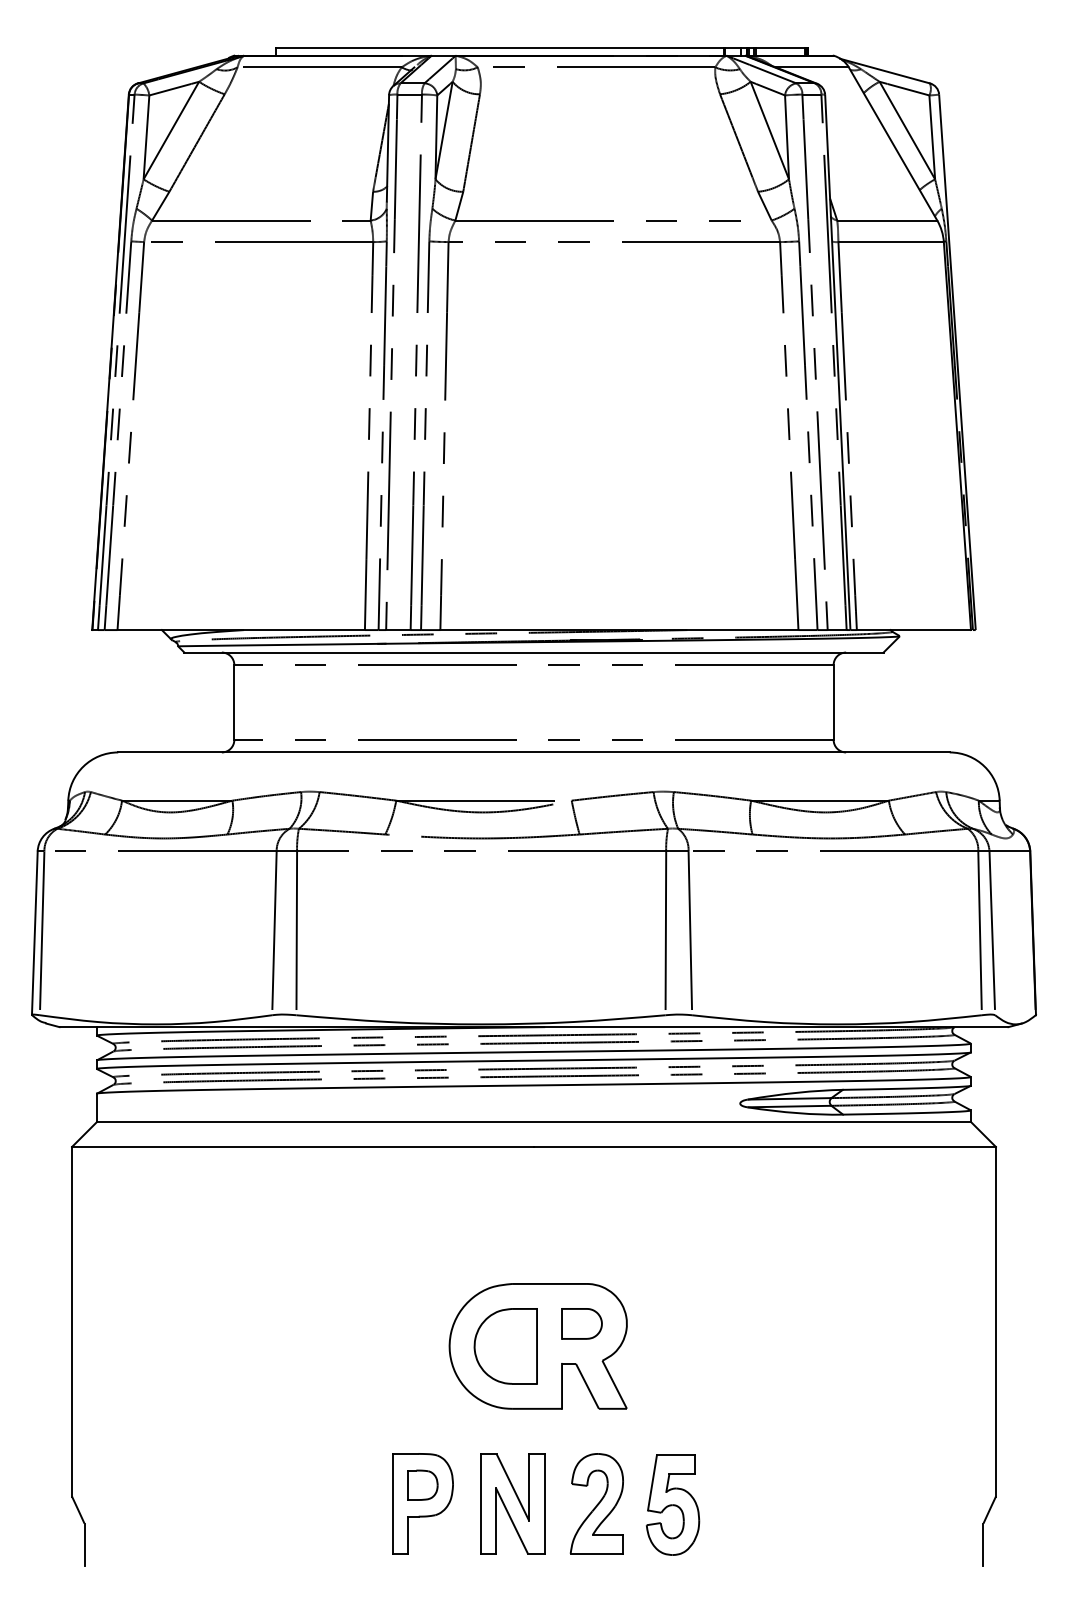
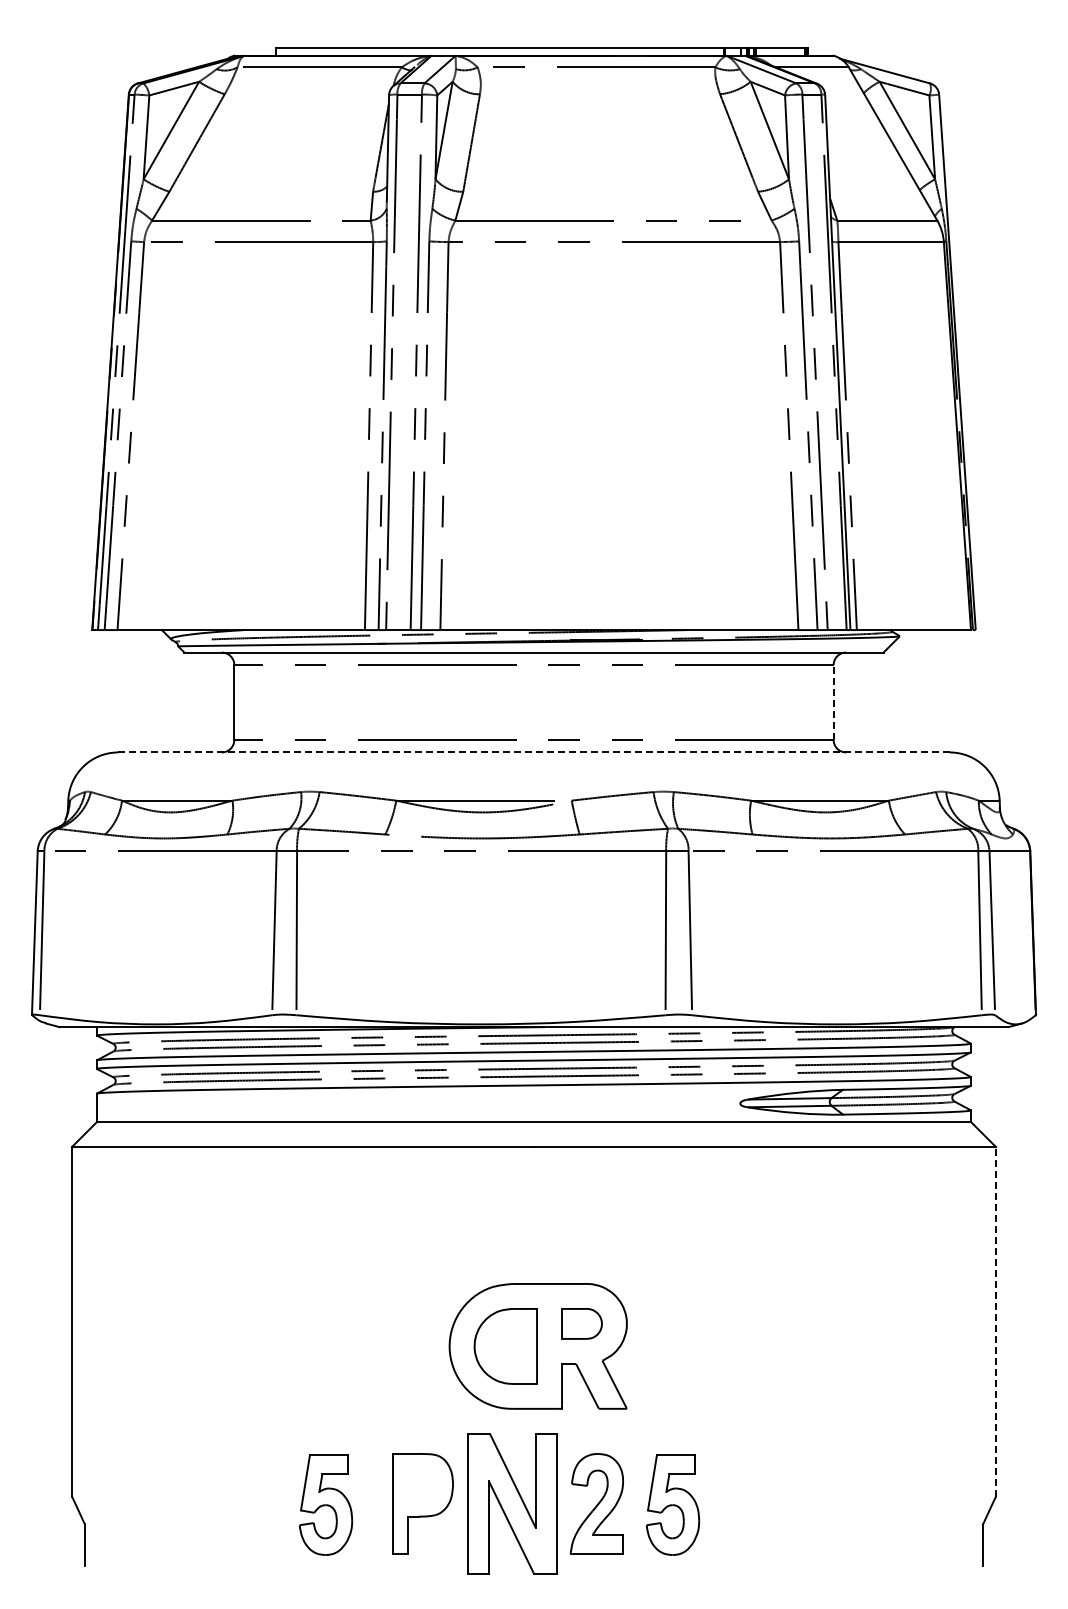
line at (833, 702): solid -> dashed
line at (534, 752): solid -> dashed
line at (995, 1321): solid -> dashed
part at (422, 1484): present -> none
part at (512, 1503) size: 66x102 px -> 91x142 px
part at (325, 1504): none -> present
